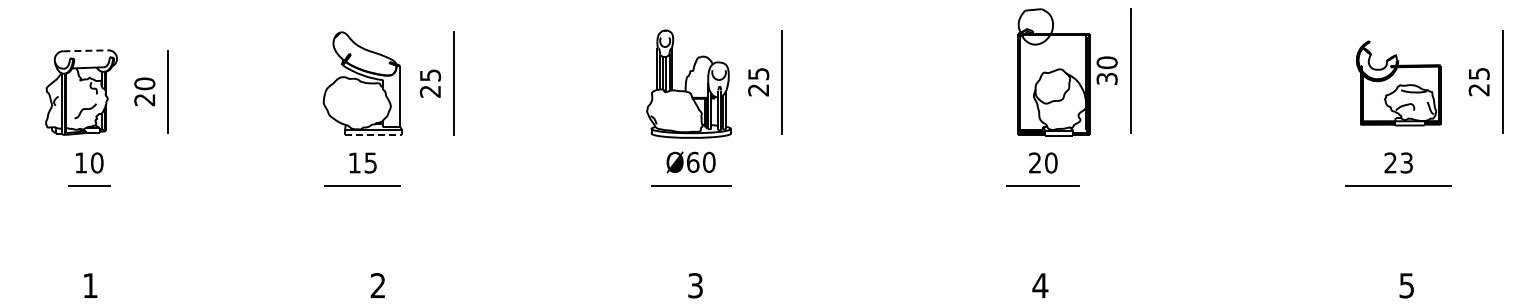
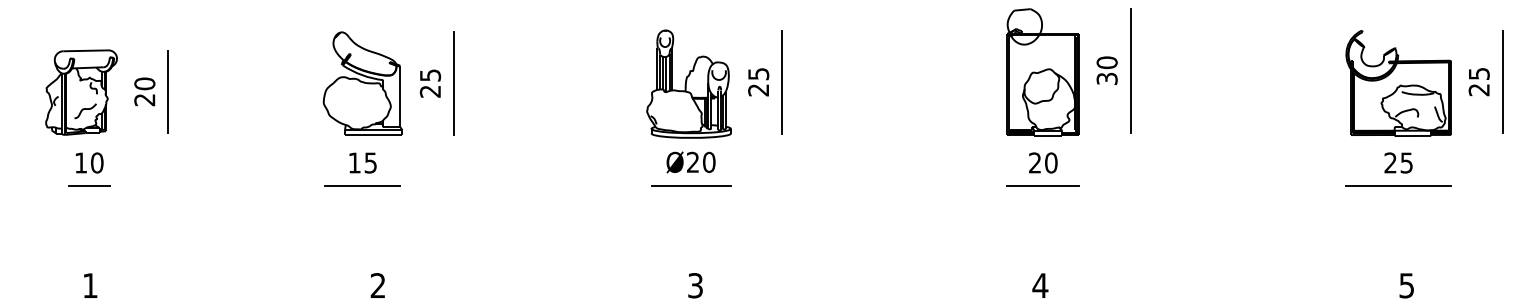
line at (86, 50): dashed -> solid
part at (1053, 72) position: (1053, 72) -> (1042, 72)
part at (1398, 83) size: 87x87 px -> 107x107 px
line at (373, 134): dashed -> solid
text at (692, 161): Ø60 -> Ø20
text at (1406, 162): 23 -> 25
